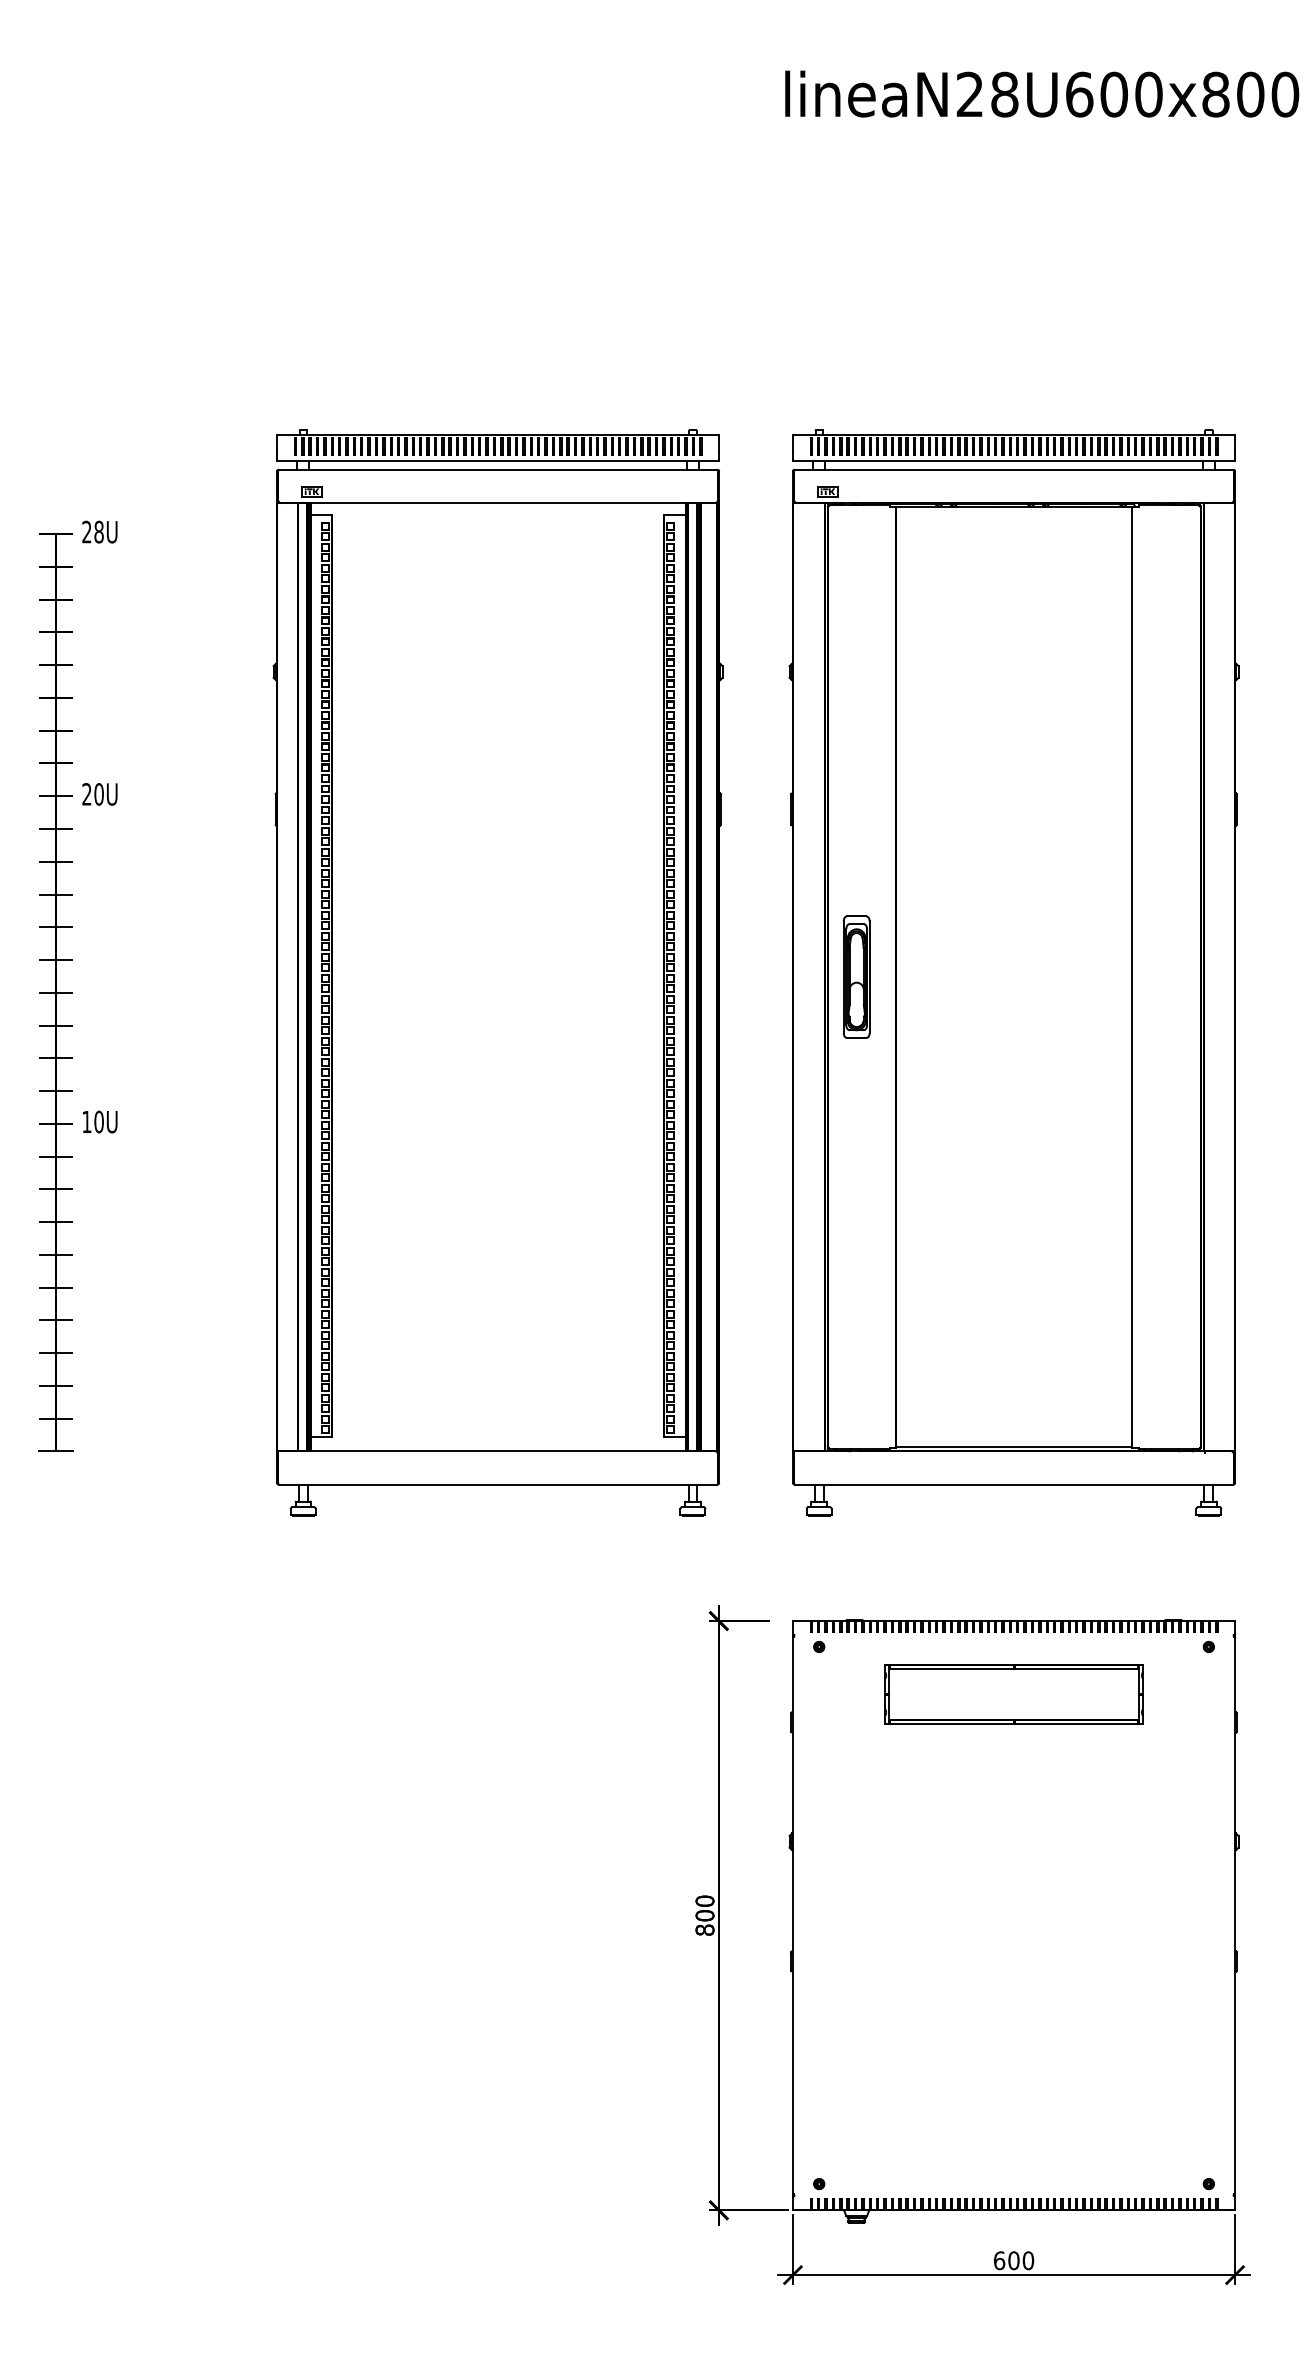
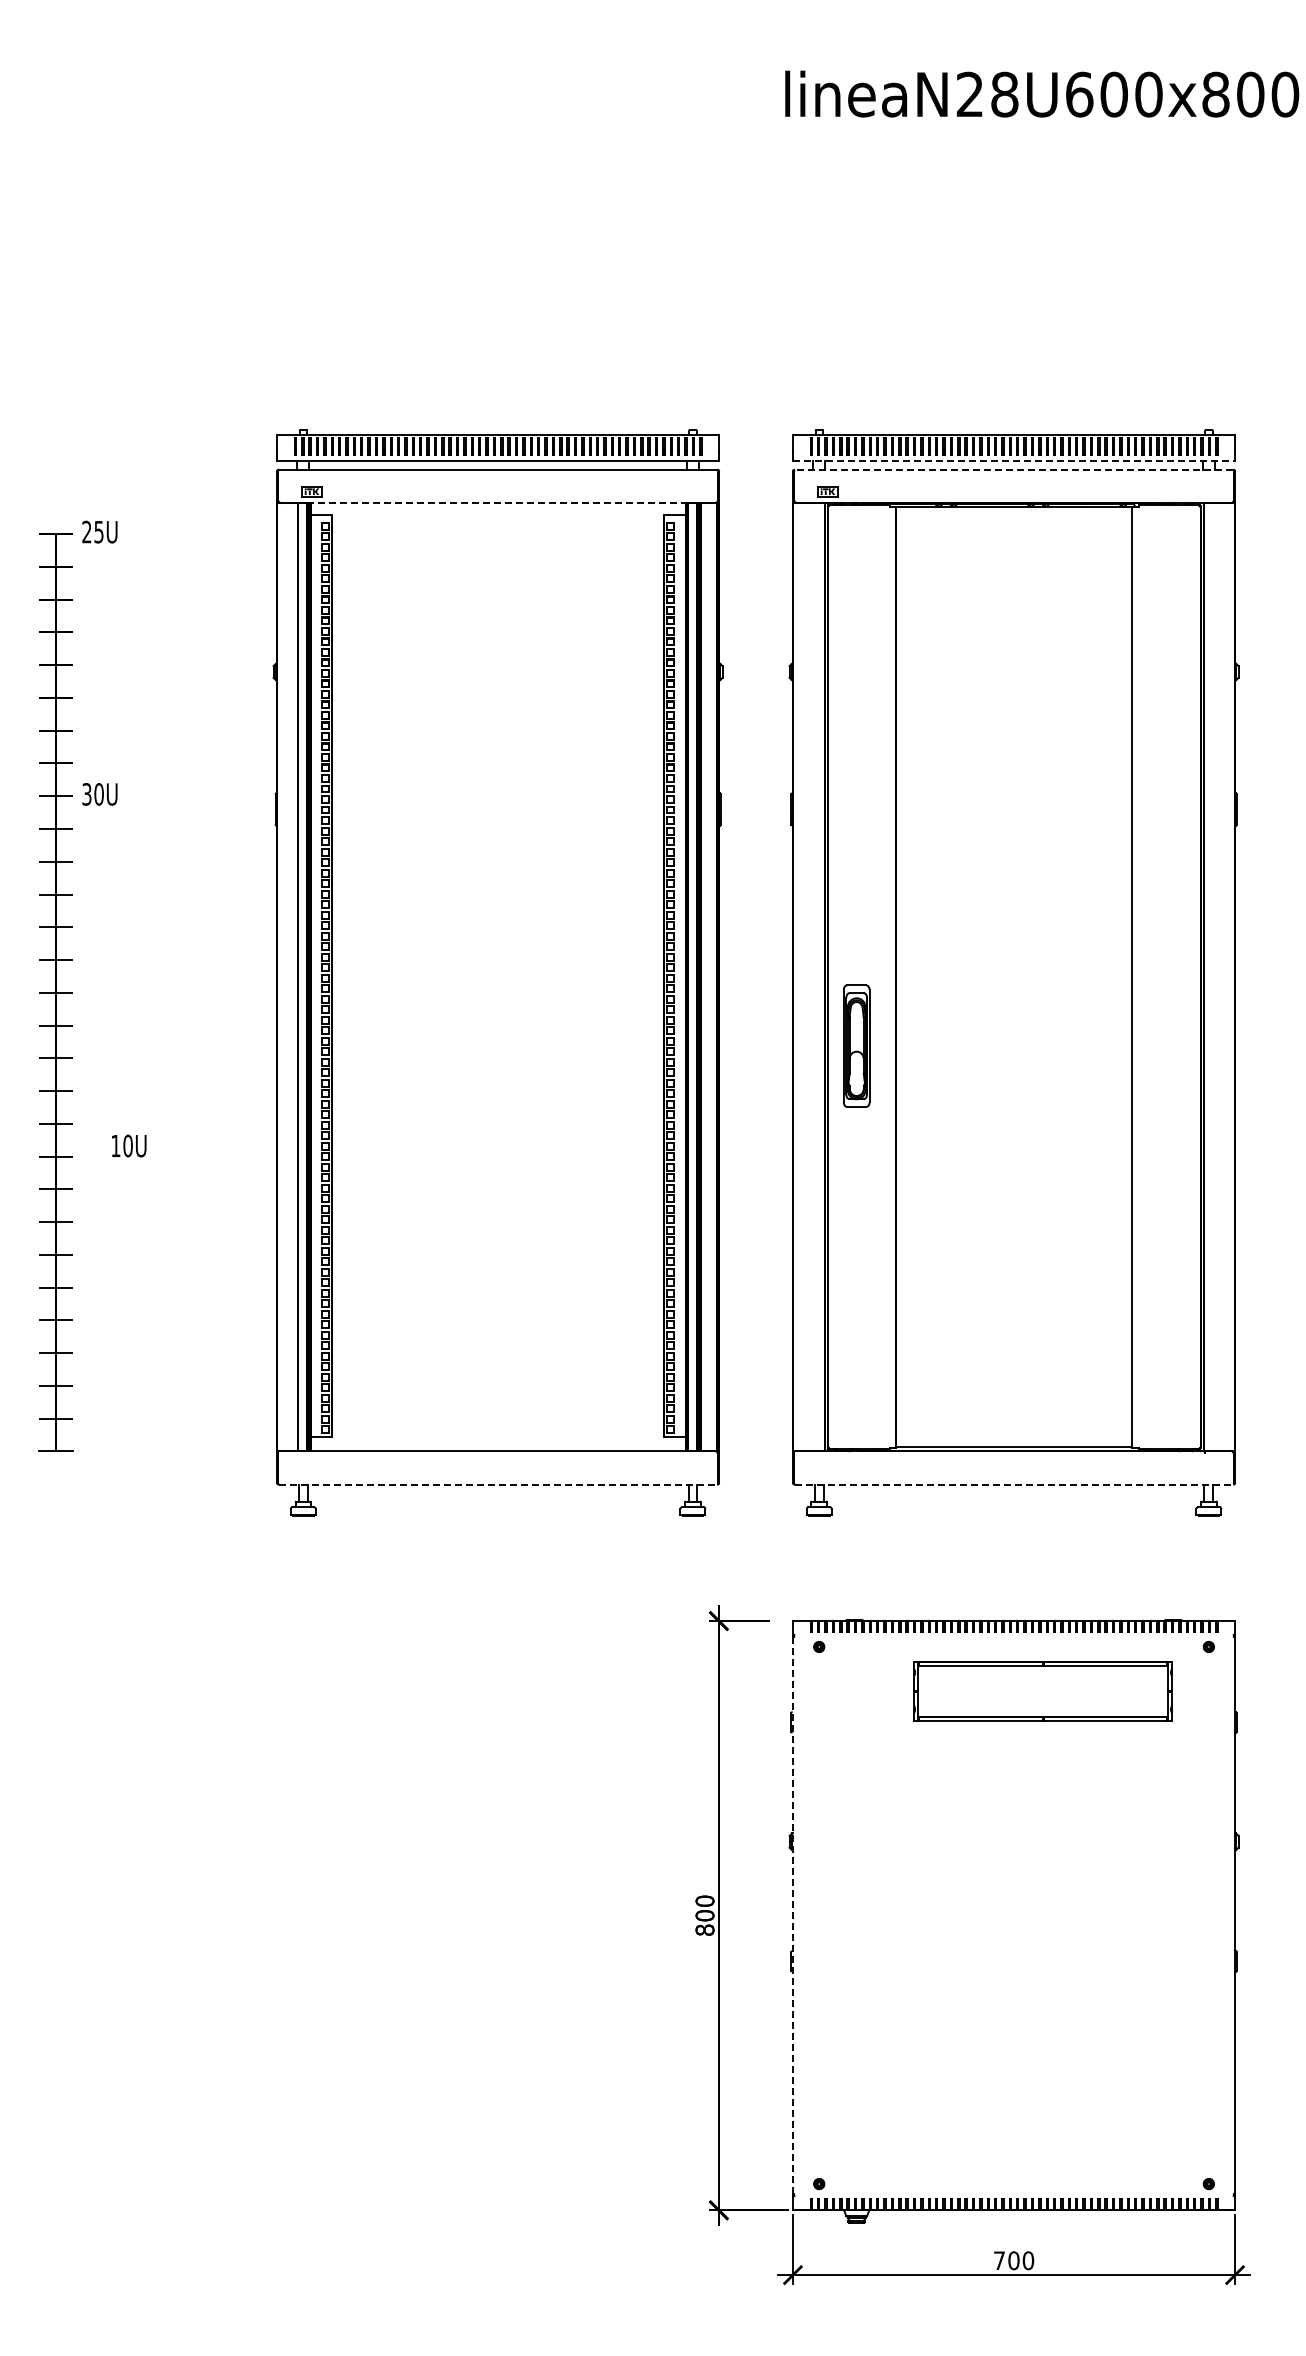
line at (1014, 460): solid -> dashed
line at (1013, 469): solid -> dashed
line at (497, 502): solid -> dashed
text at (98, 531): 28U -> 25U
text at (86, 794): 20U -> 30U
part at (856, 976) position: (856, 976) -> (856, 1045)
text at (100, 1121) position: (100, 1121) -> (129, 1145)
line at (498, 1484): solid -> dashed
line at (1014, 1484): solid -> dashed
part at (1013, 1694) position: (1013, 1694) -> (1042, 1691)
line at (792, 1915): solid -> dashed
text at (999, 2260): 600 -> 700
